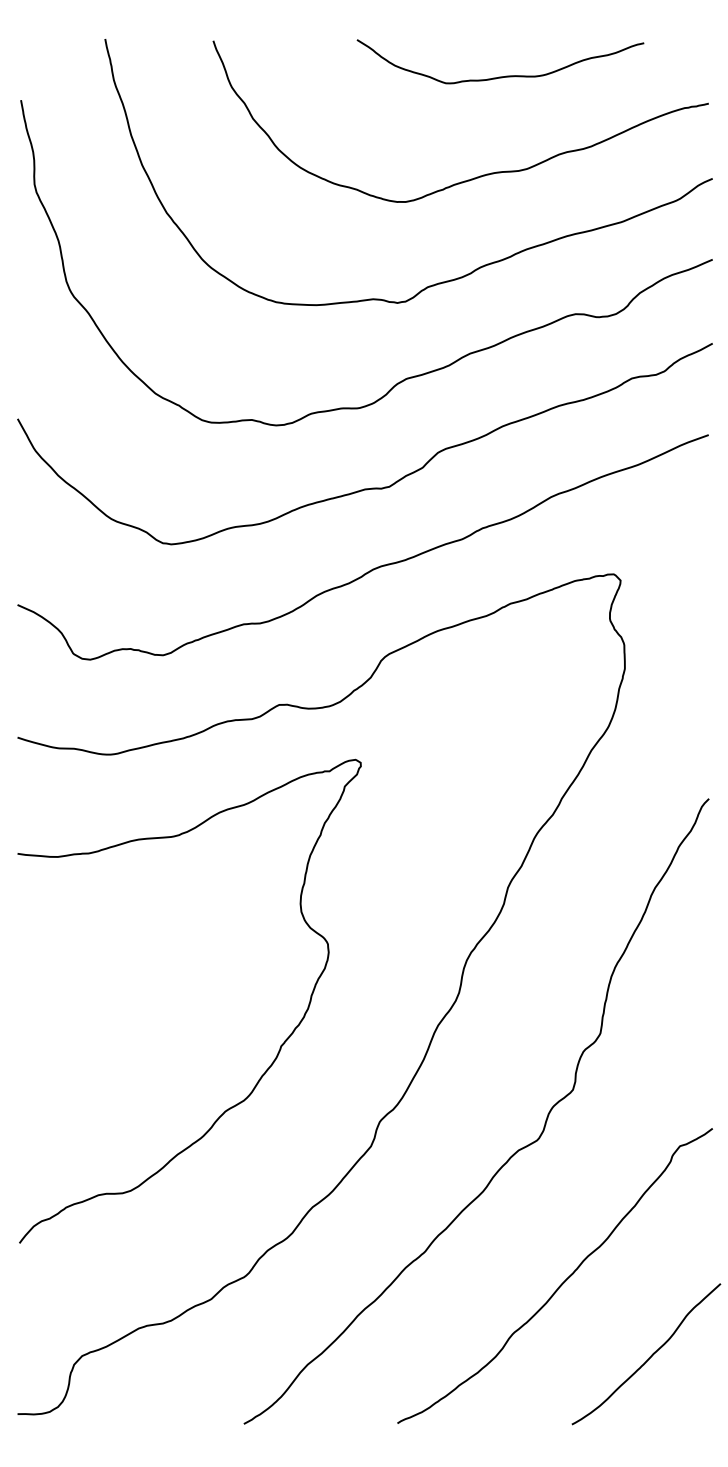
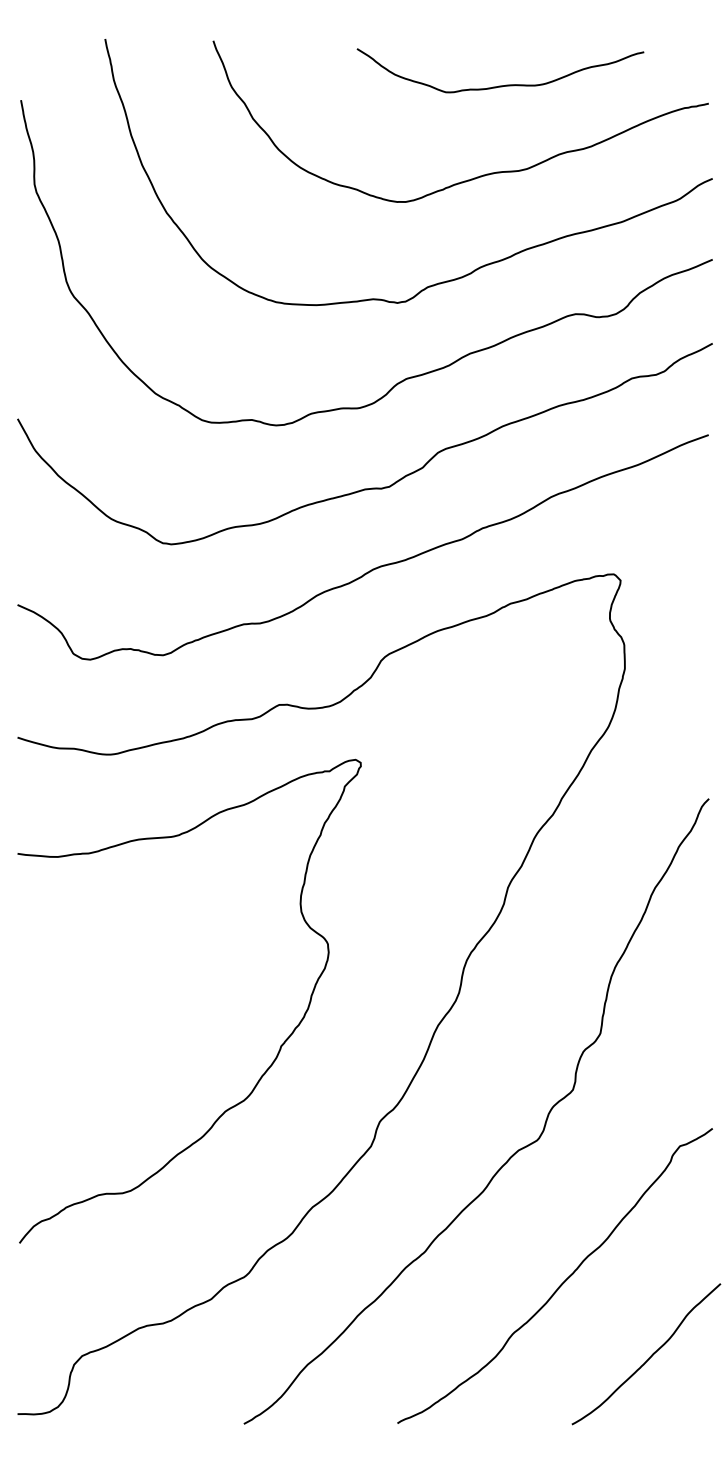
curve at (500, 76) position: (500, 76) -> (500, 85)
